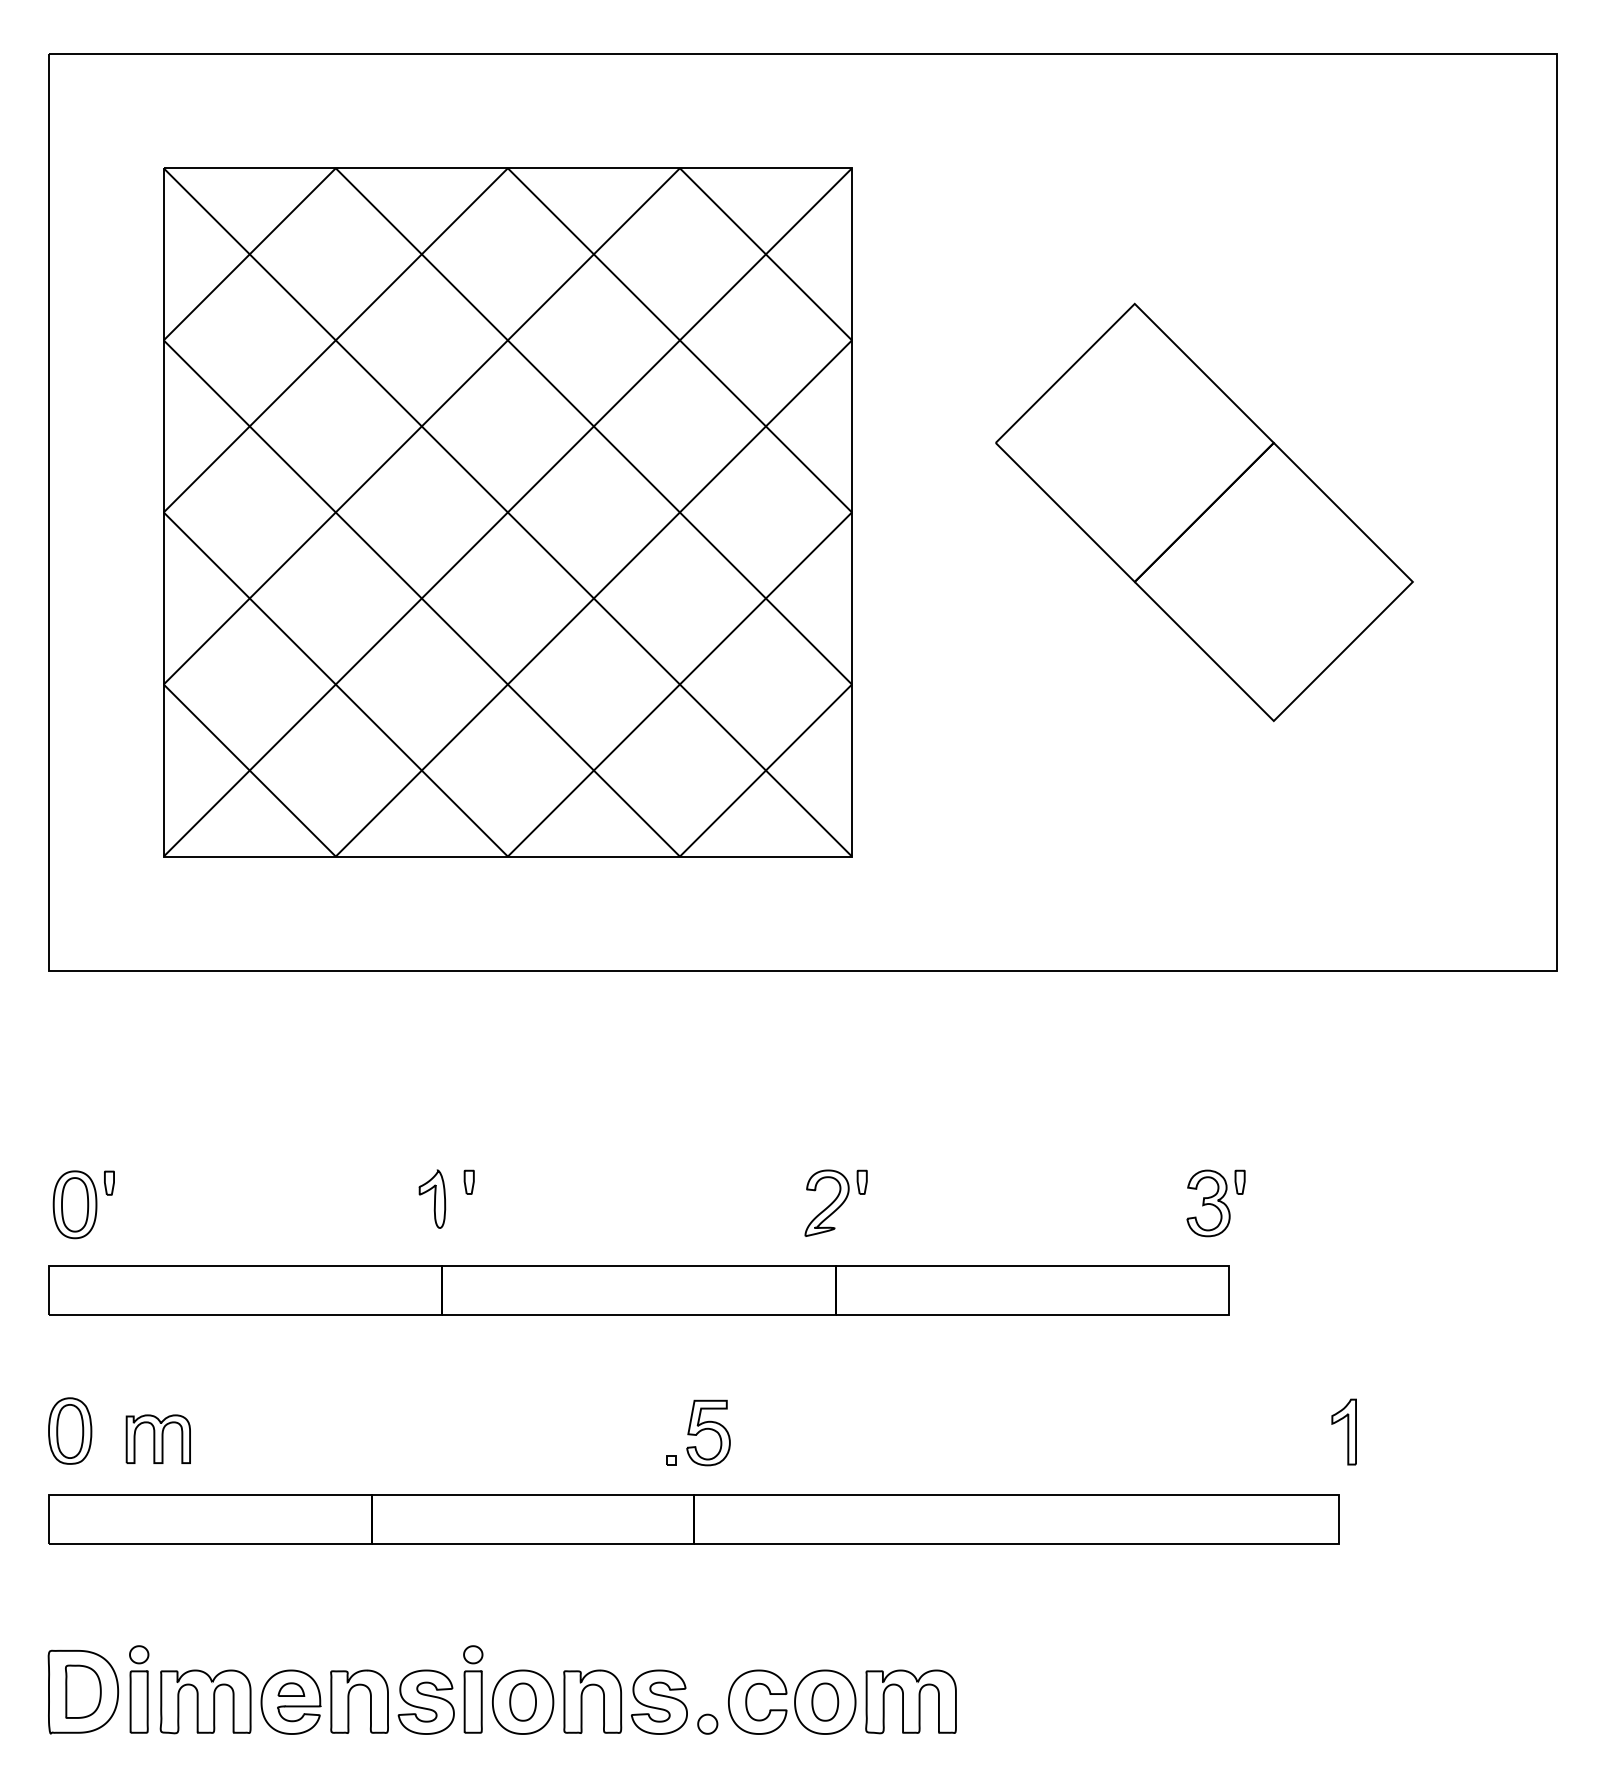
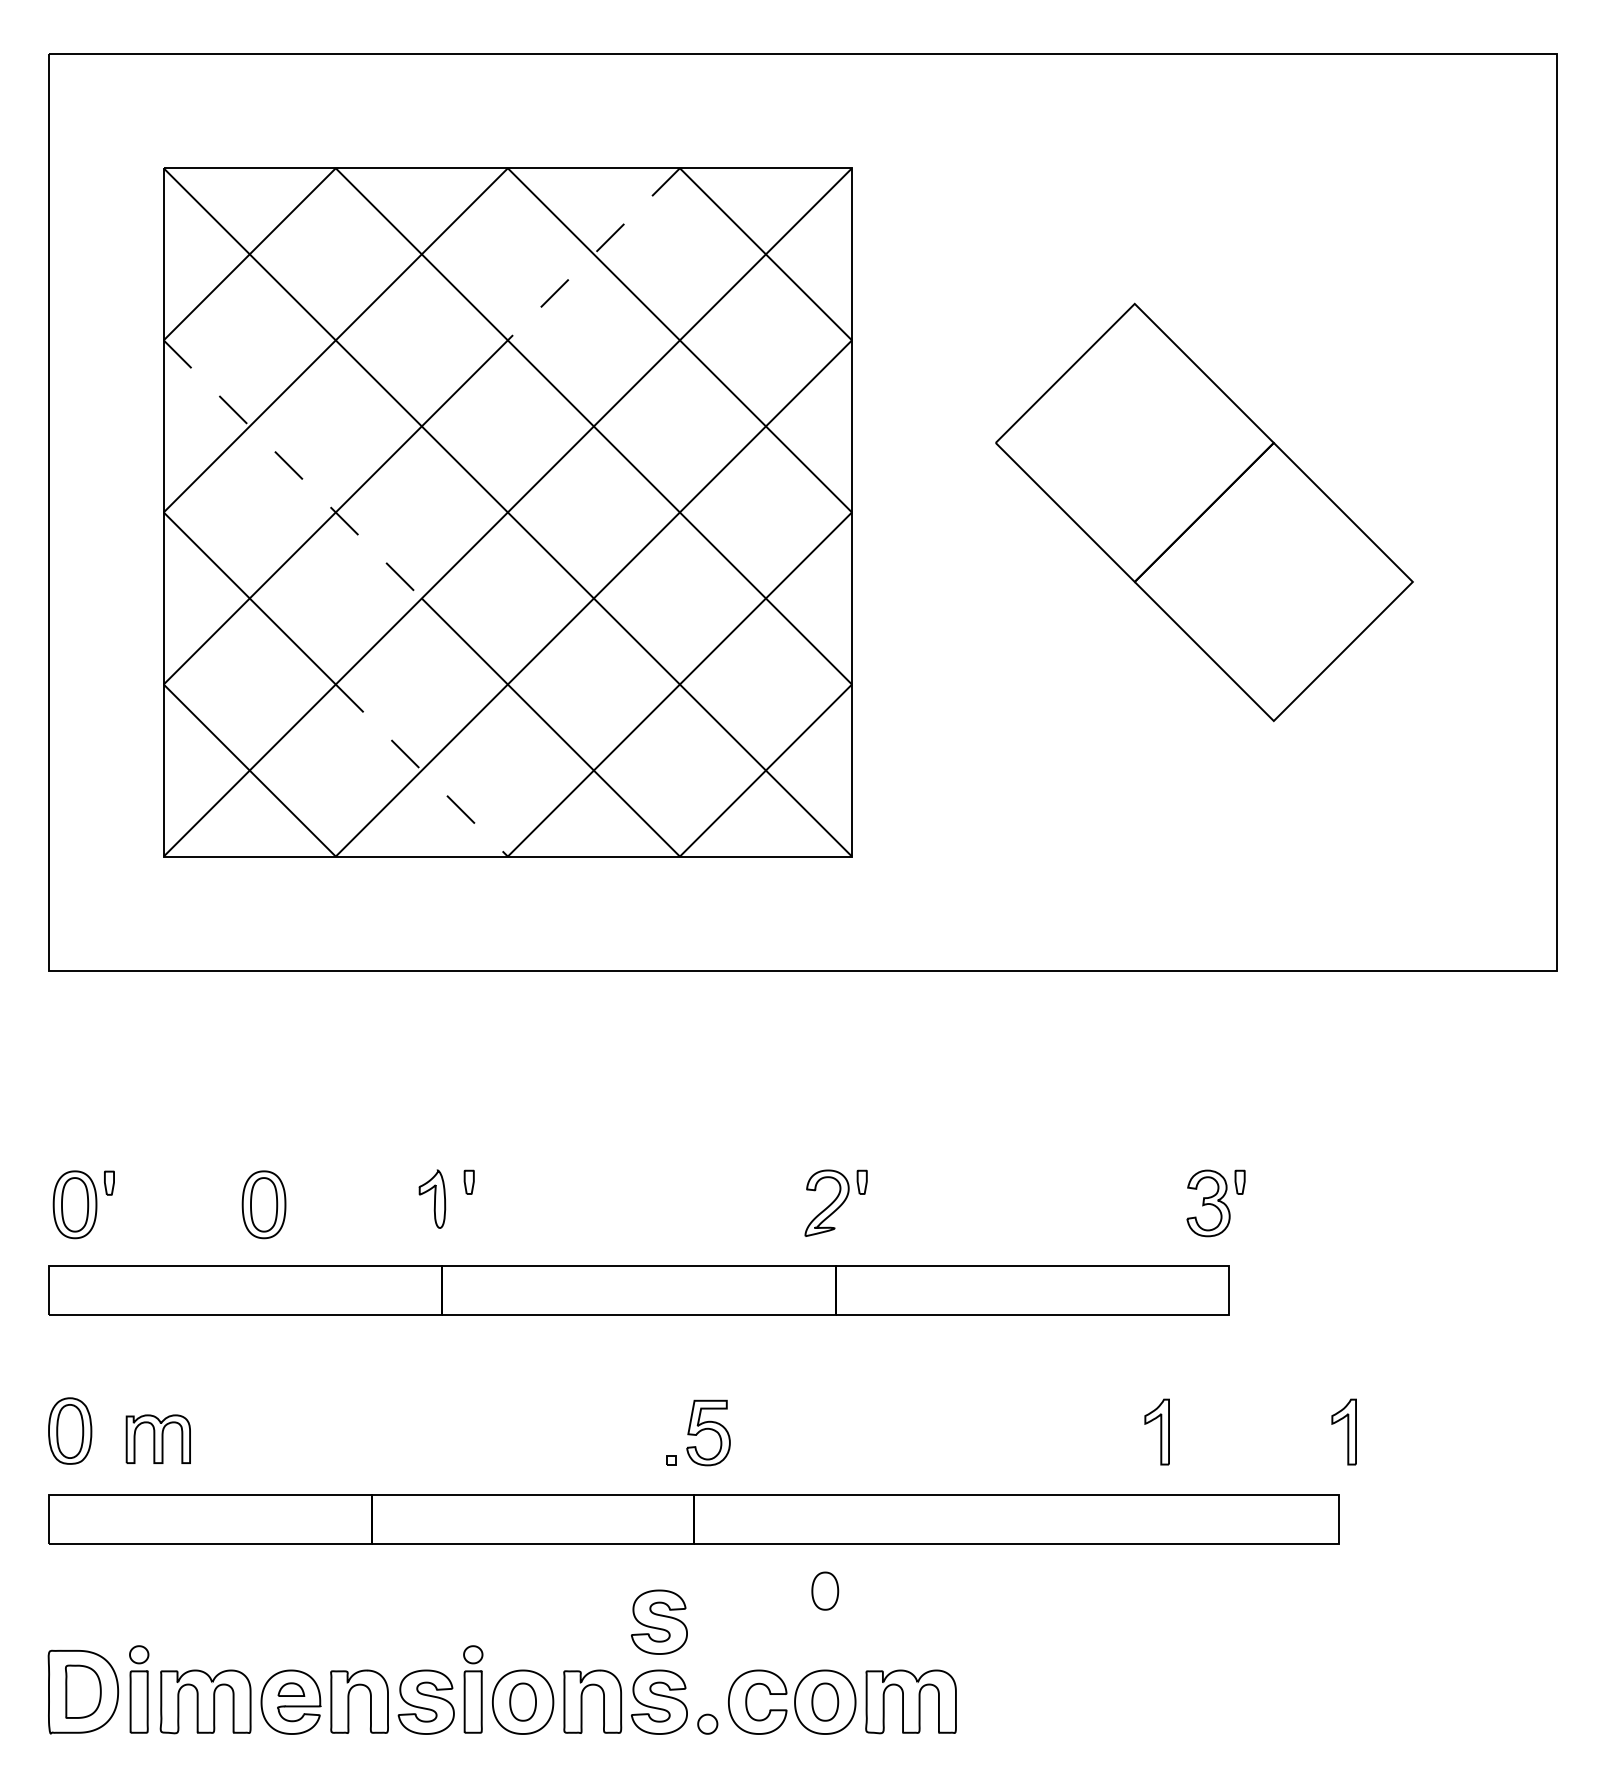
line at (593, 254): solid -> dashed
line at (292, 469): solid -> dashed
line at (421, 770): solid -> dashed
part at (263, 1204): none -> present
part at (1156, 1431): none -> present
part at (825, 1590): none -> present
part at (659, 1621): none -> present
